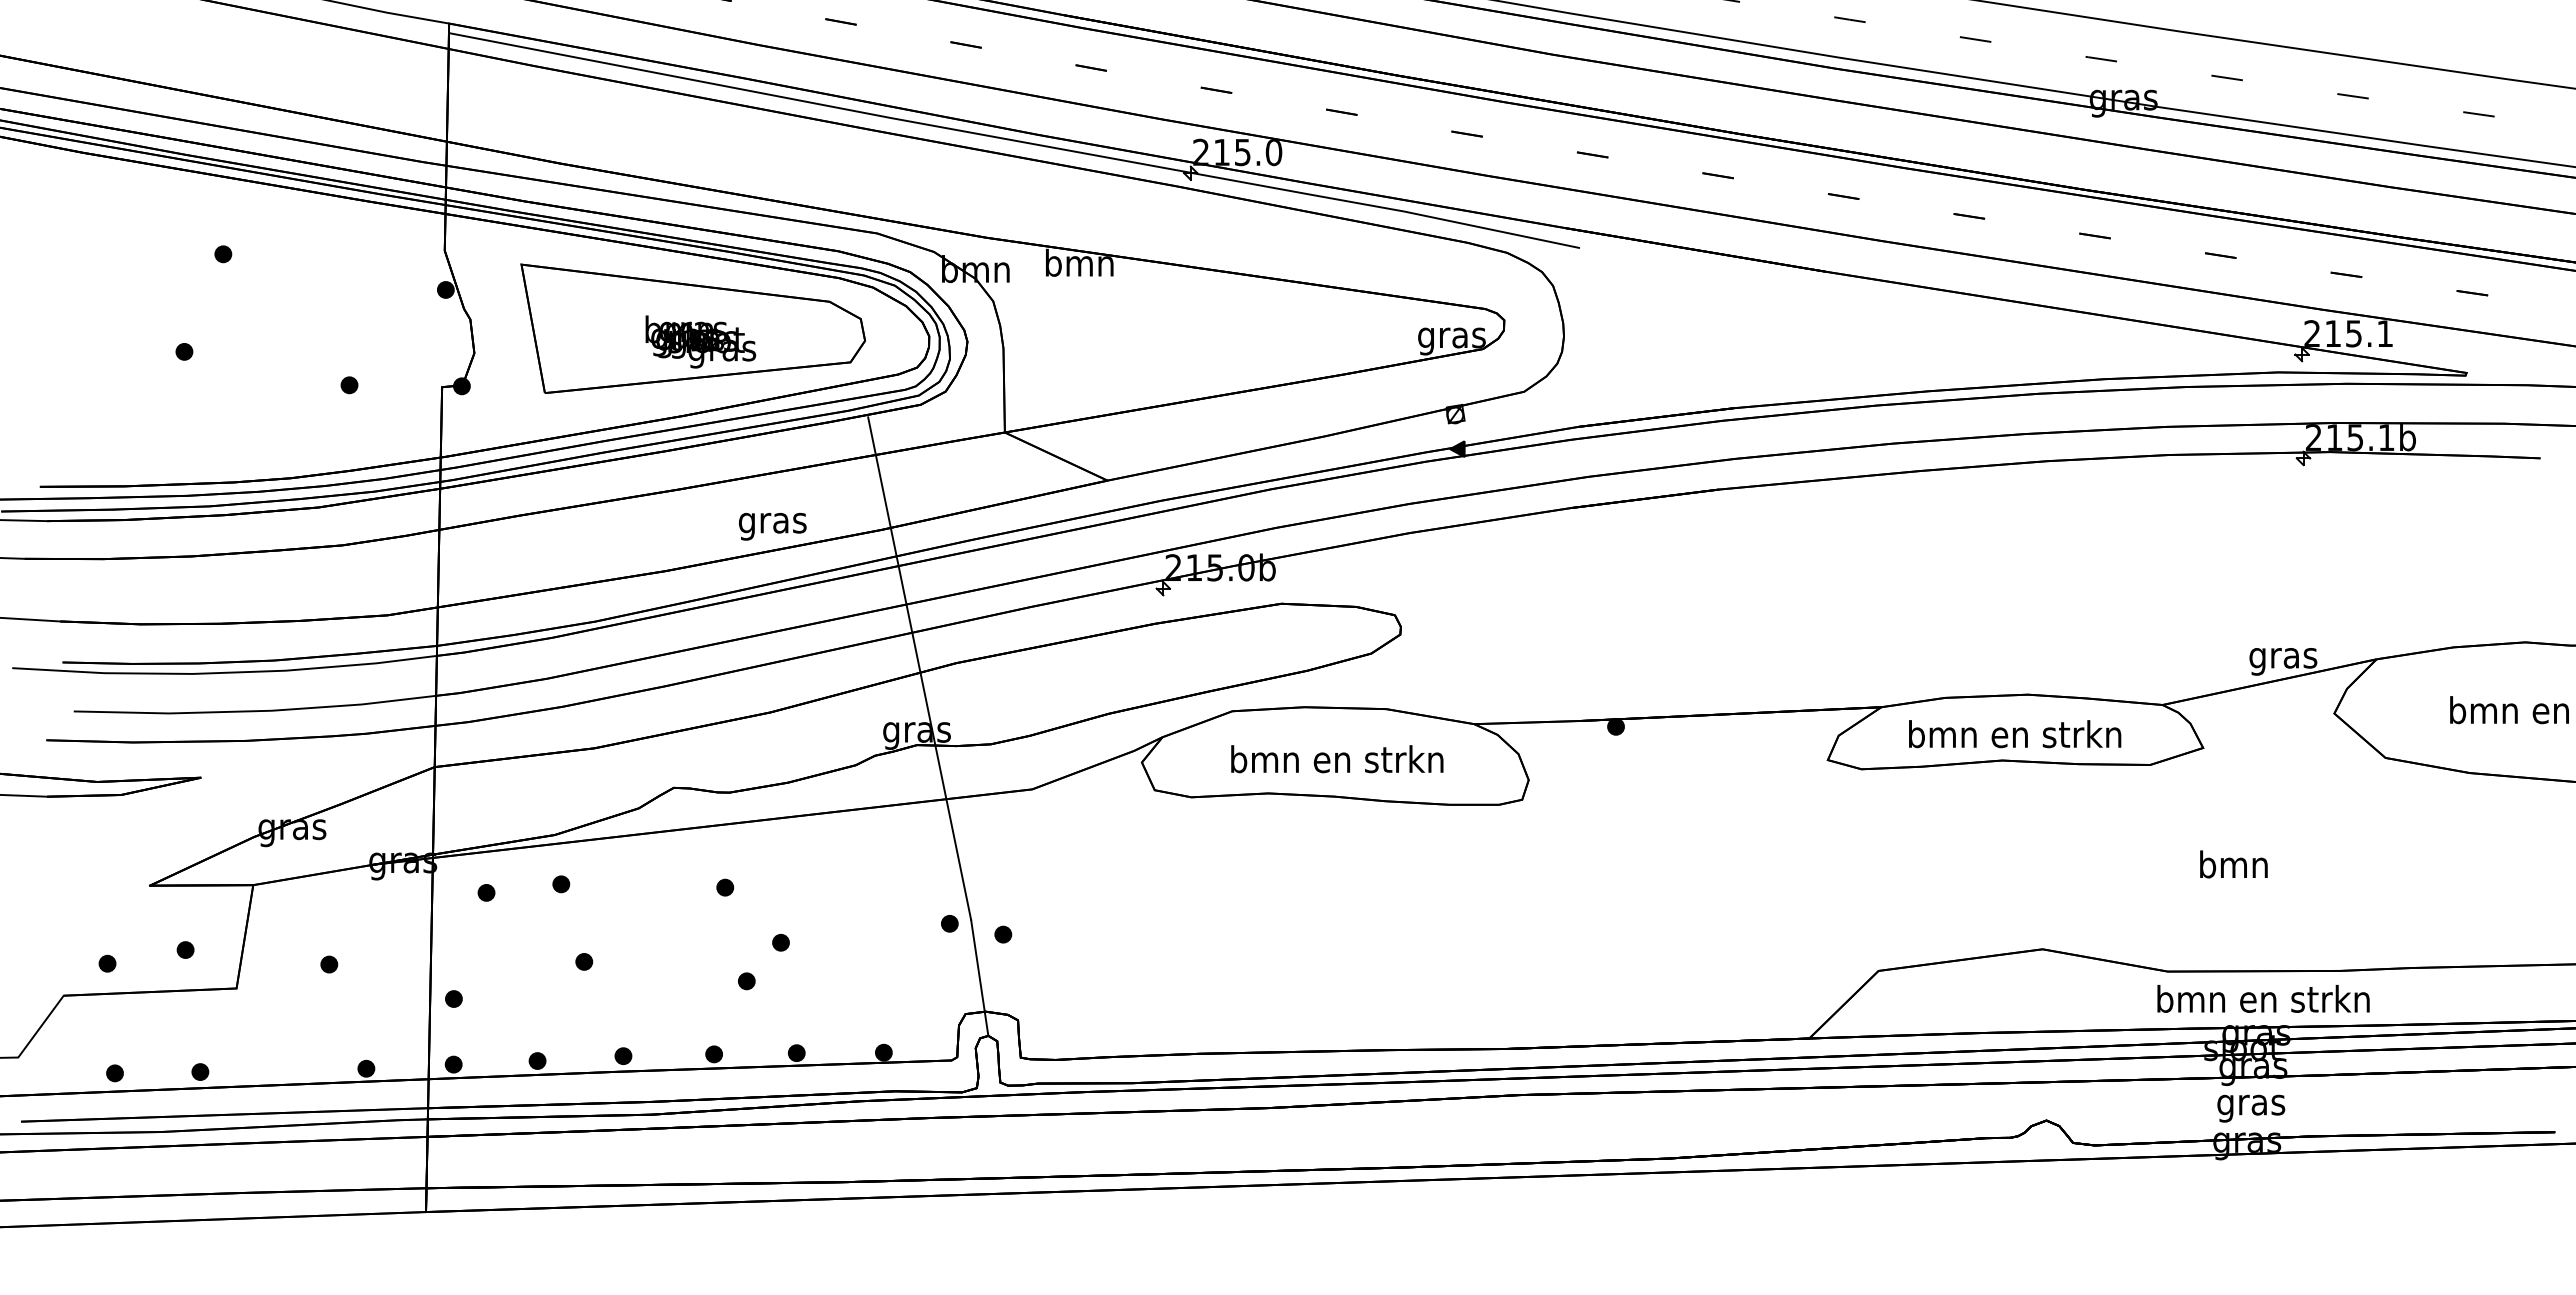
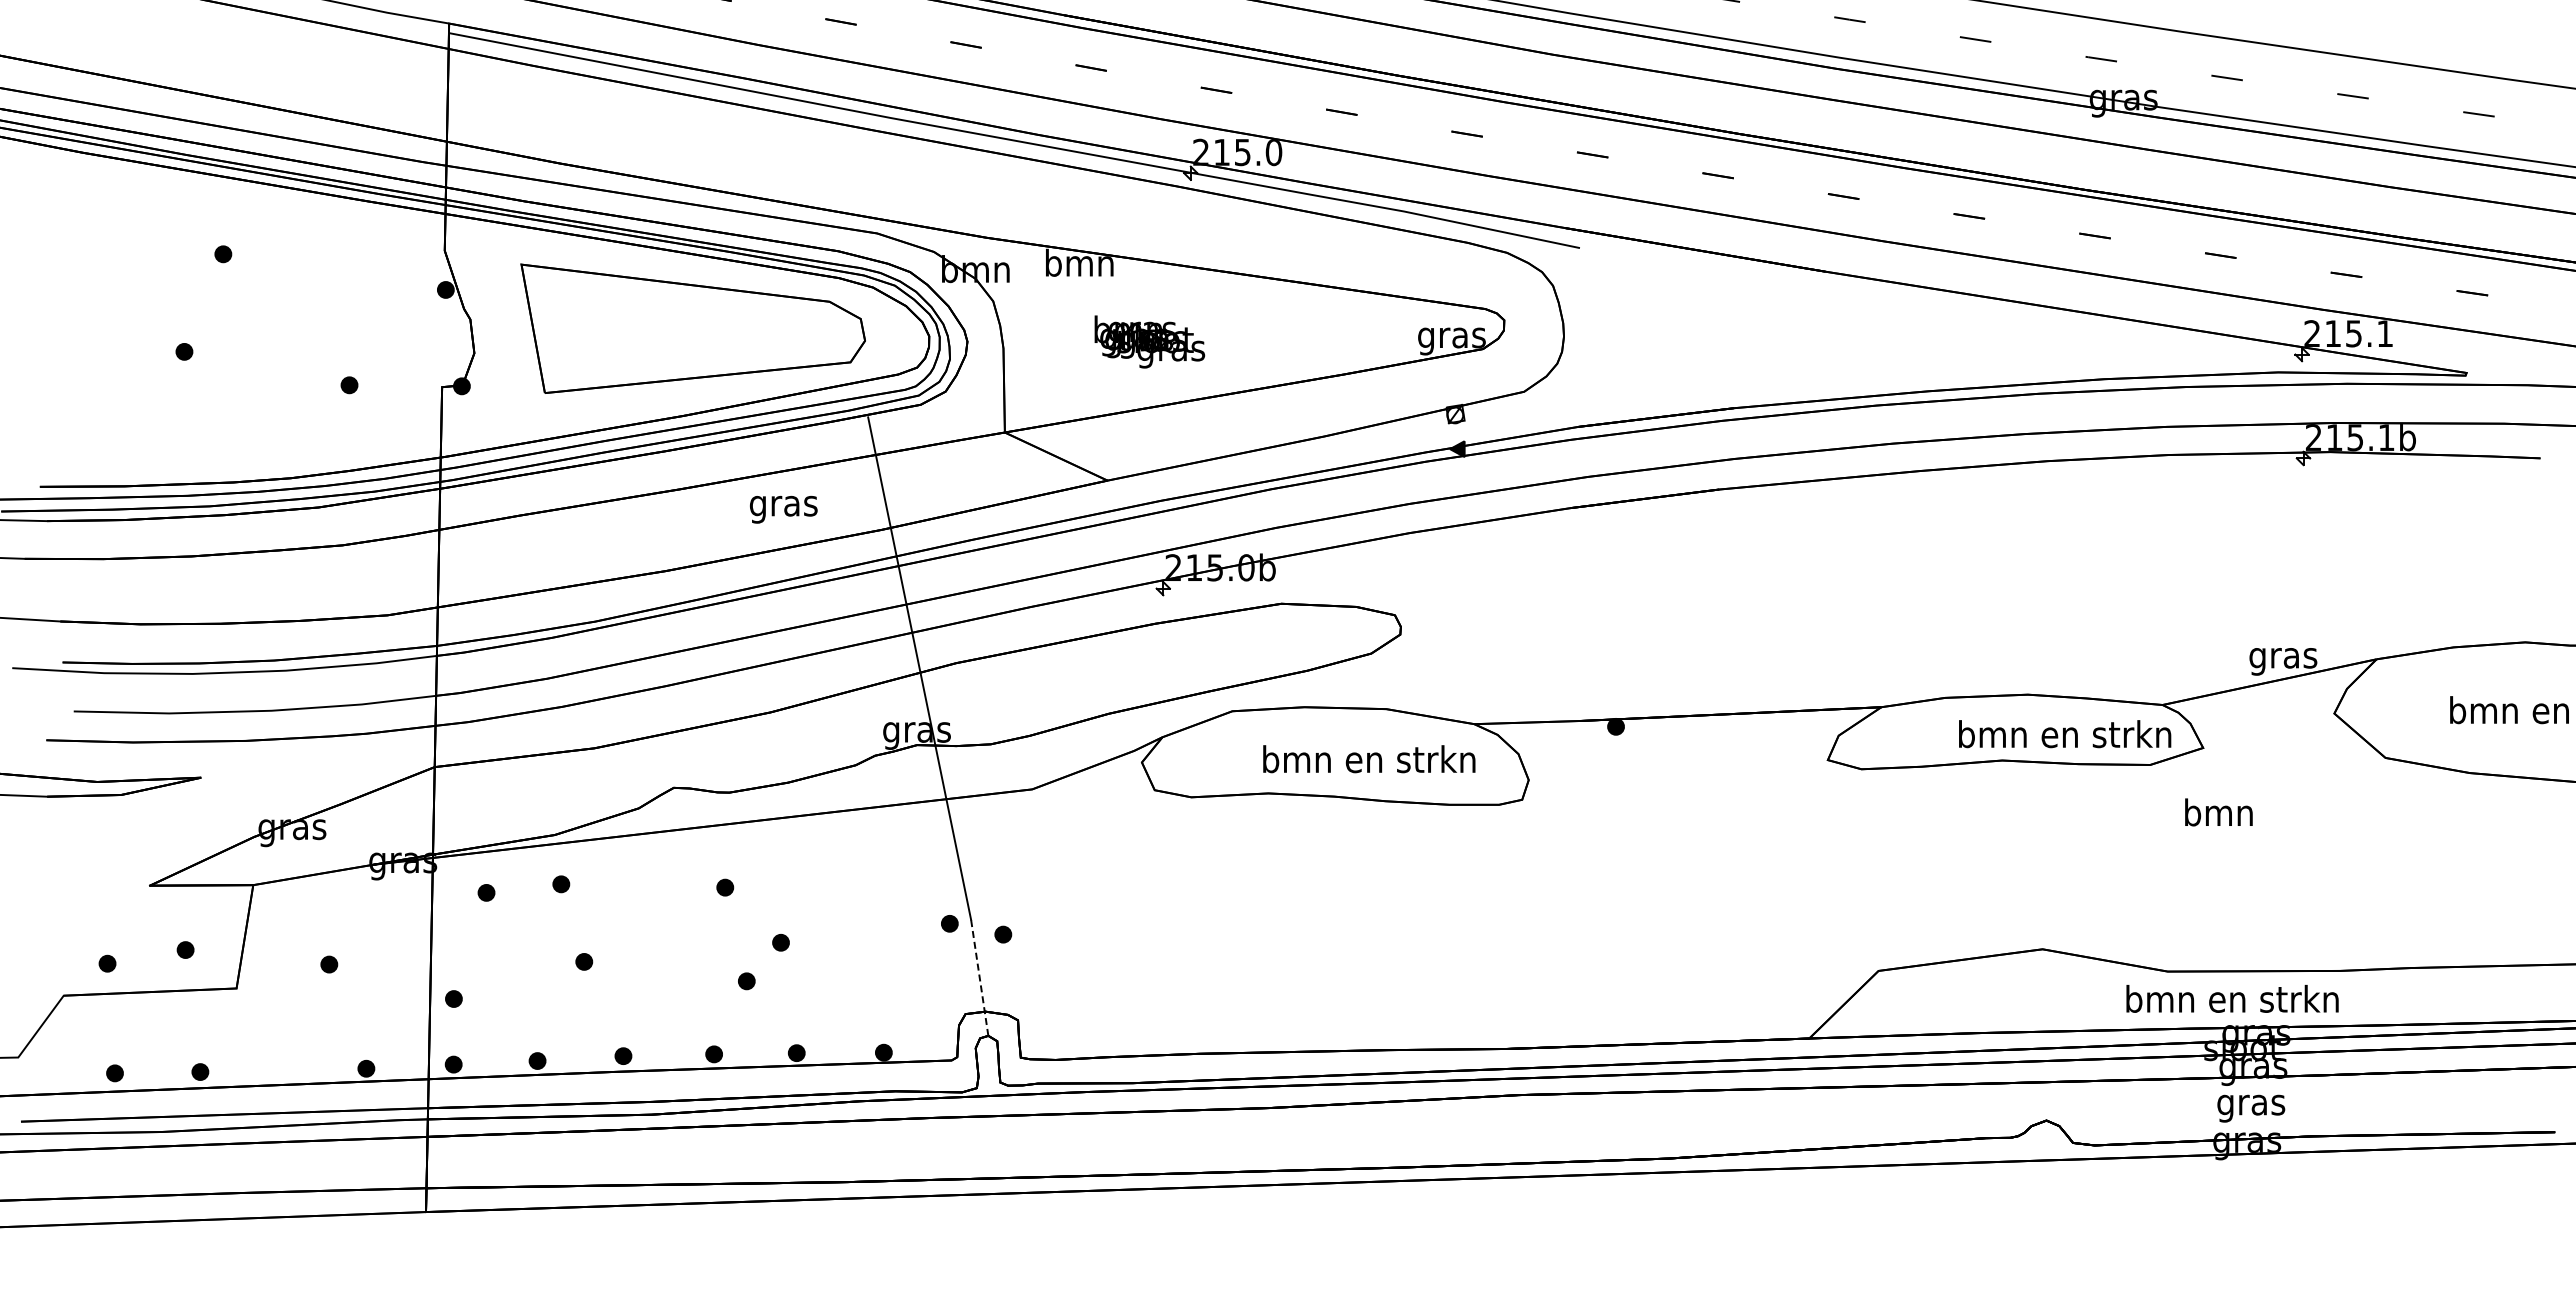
text at (700, 341) position: (700, 341) -> (1149, 341)
text at (772, 526) position: (772, 526) -> (783, 509)
text at (2015, 734) position: (2015, 734) -> (2065, 734)
text at (1337, 759) position: (1337, 759) -> (1369, 759)
text at (2233, 864) position: (2233, 864) -> (2218, 812)
line at (979, 977): solid -> dashed
text at (2263, 998) position: (2263, 998) -> (2232, 998)
